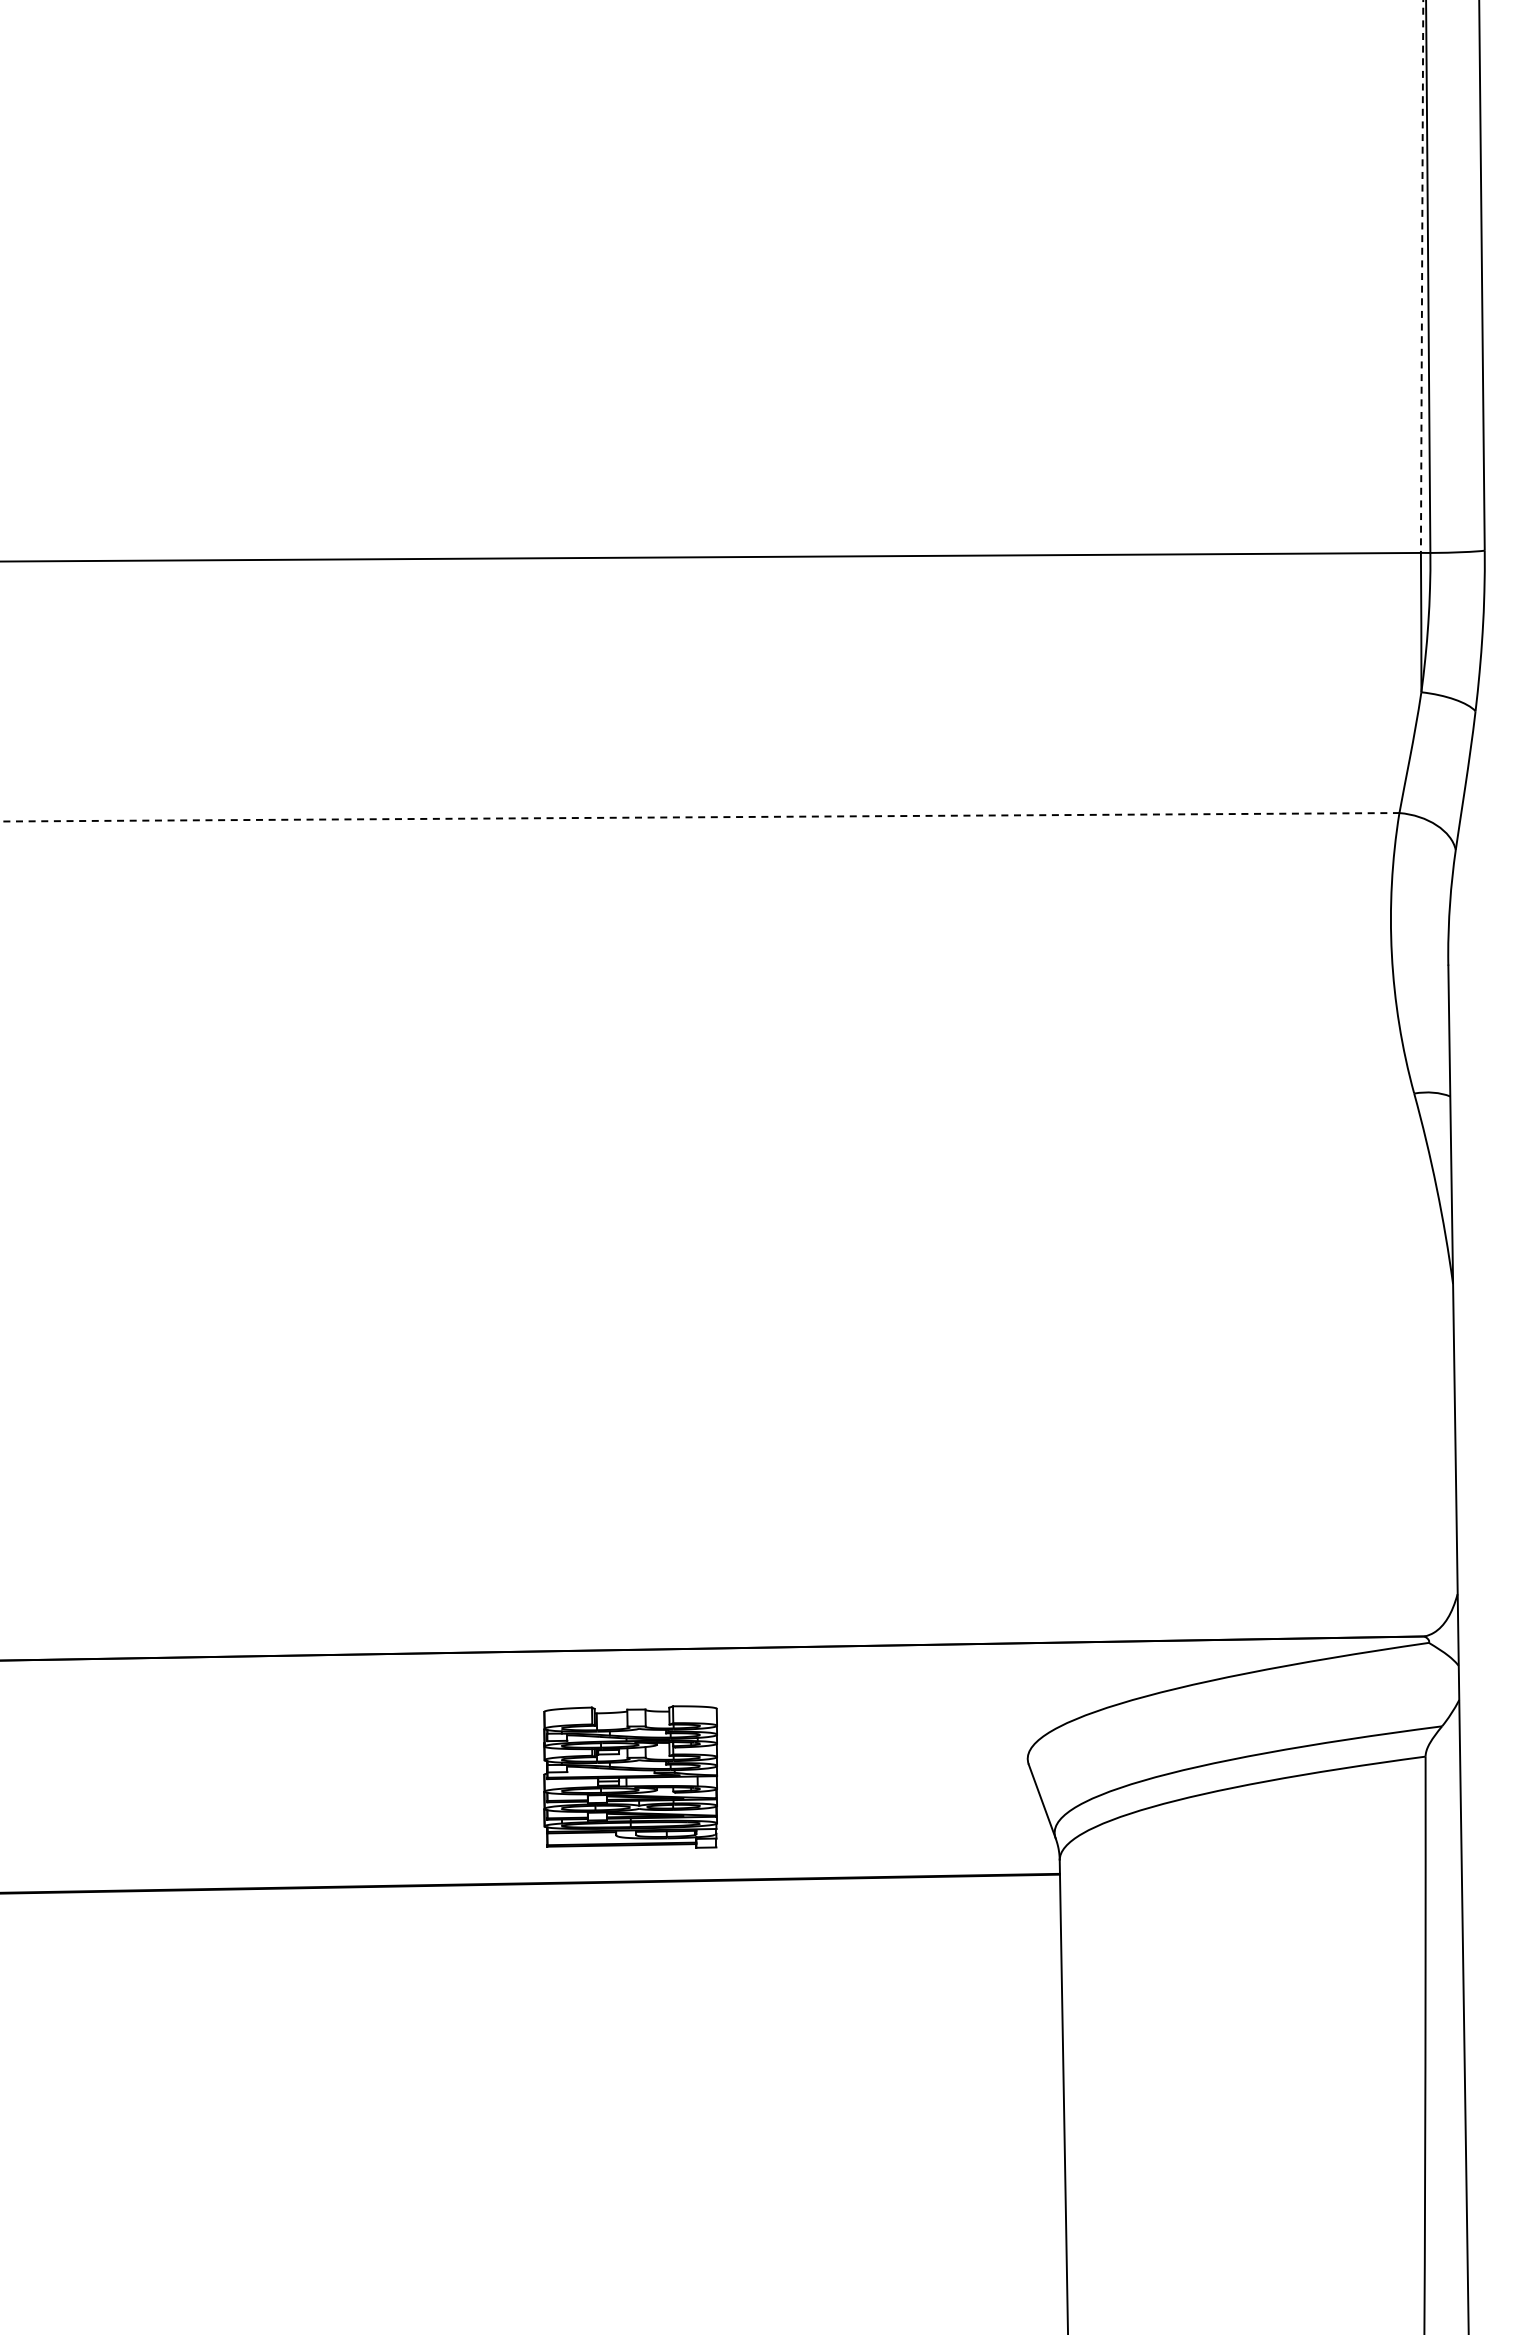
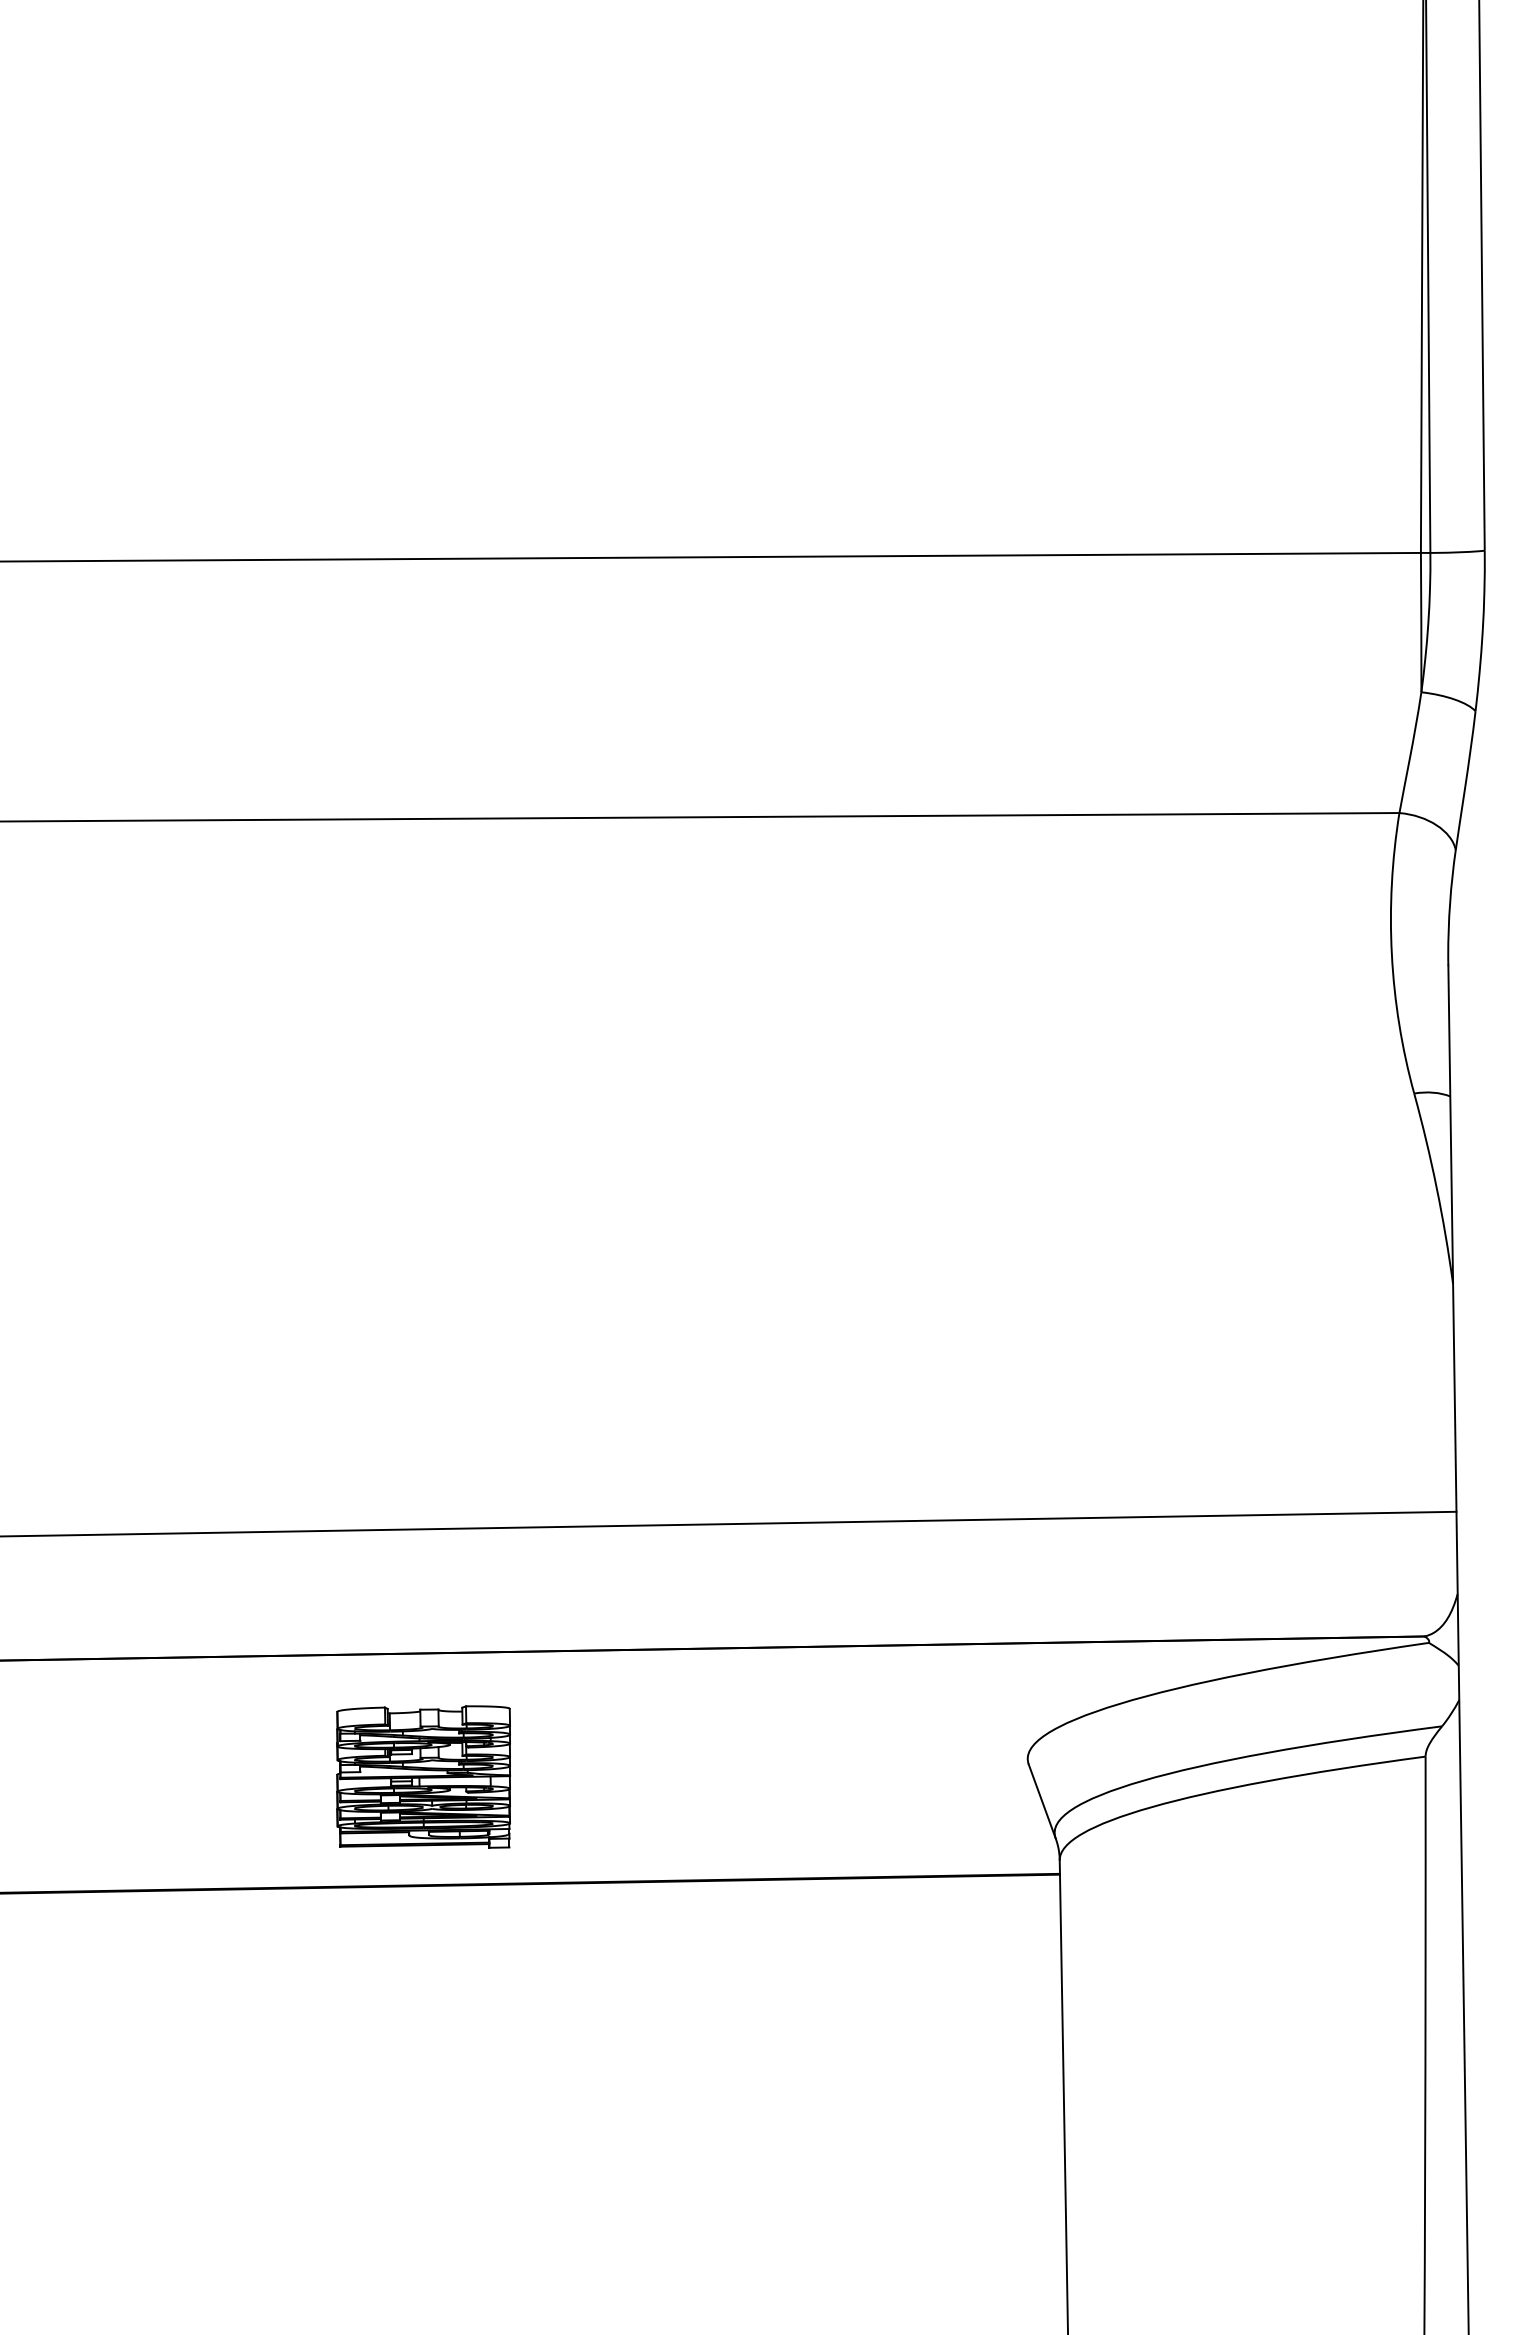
line at (1422, 277): dashed -> solid
line at (699, 817): dashed -> solid
line at (729, 1523): none -> present
part at (630, 1776) position: (630, 1776) -> (423, 1776)
